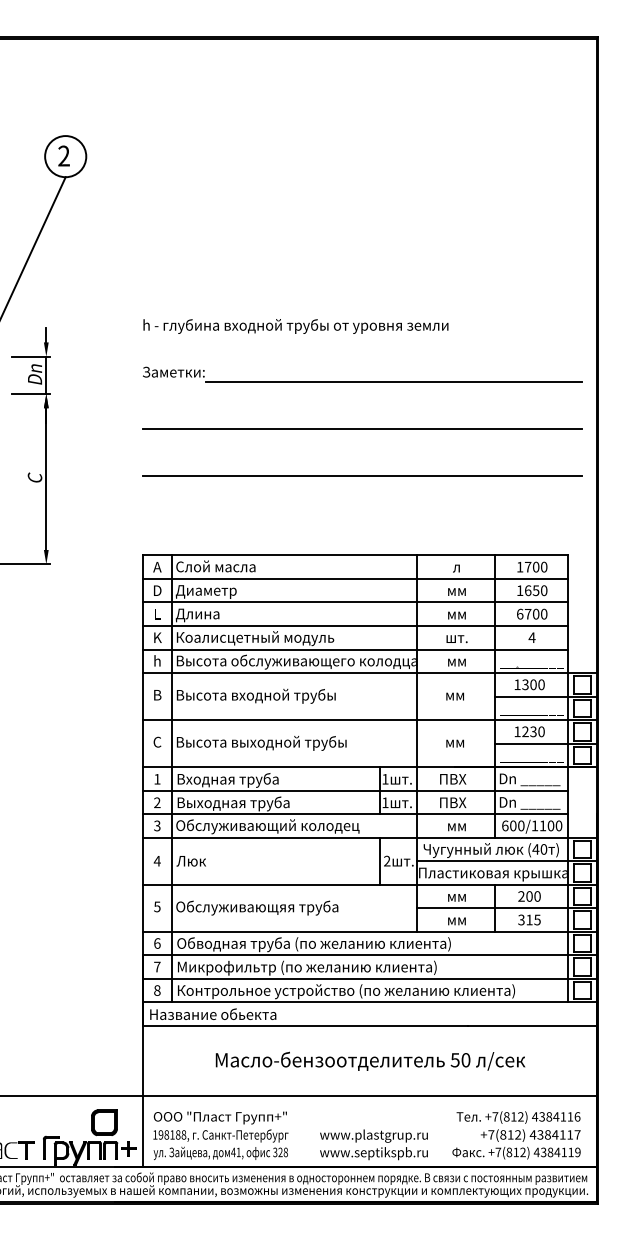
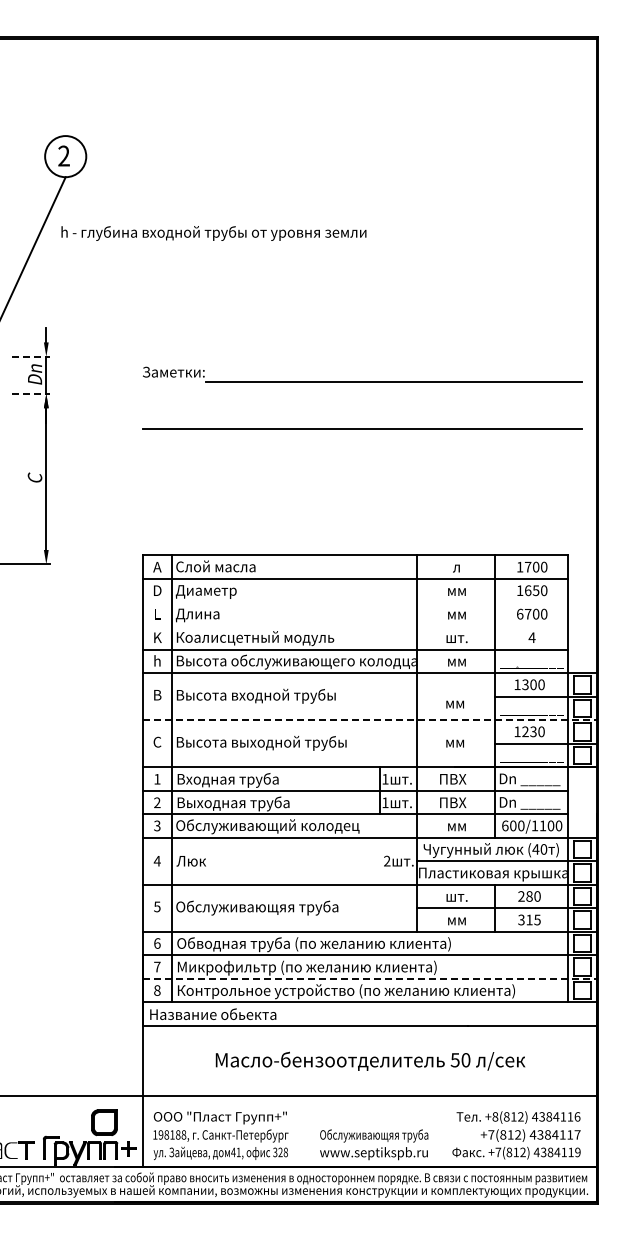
text at (295, 326) position: (295, 326) -> (213, 233)
line at (31, 356): solid -> dashed
line at (31, 393): solid -> dashed
line at (362, 476): present -> none
line at (355, 602): present -> none
line at (355, 625): present -> none
text at (454, 696) position: (454, 696) -> (454, 704)
line at (370, 720): solid -> dashed
line at (379, 860): present -> none
text at (529, 896): 200 -> 280
text at (456, 897): мм -> шт.
line at (370, 978): solid -> dashed
text at (495, 1116): +7(812) -> +8(812)
text at (374, 1135): www.plastgrup.ru -> Обслуживающяя труба
